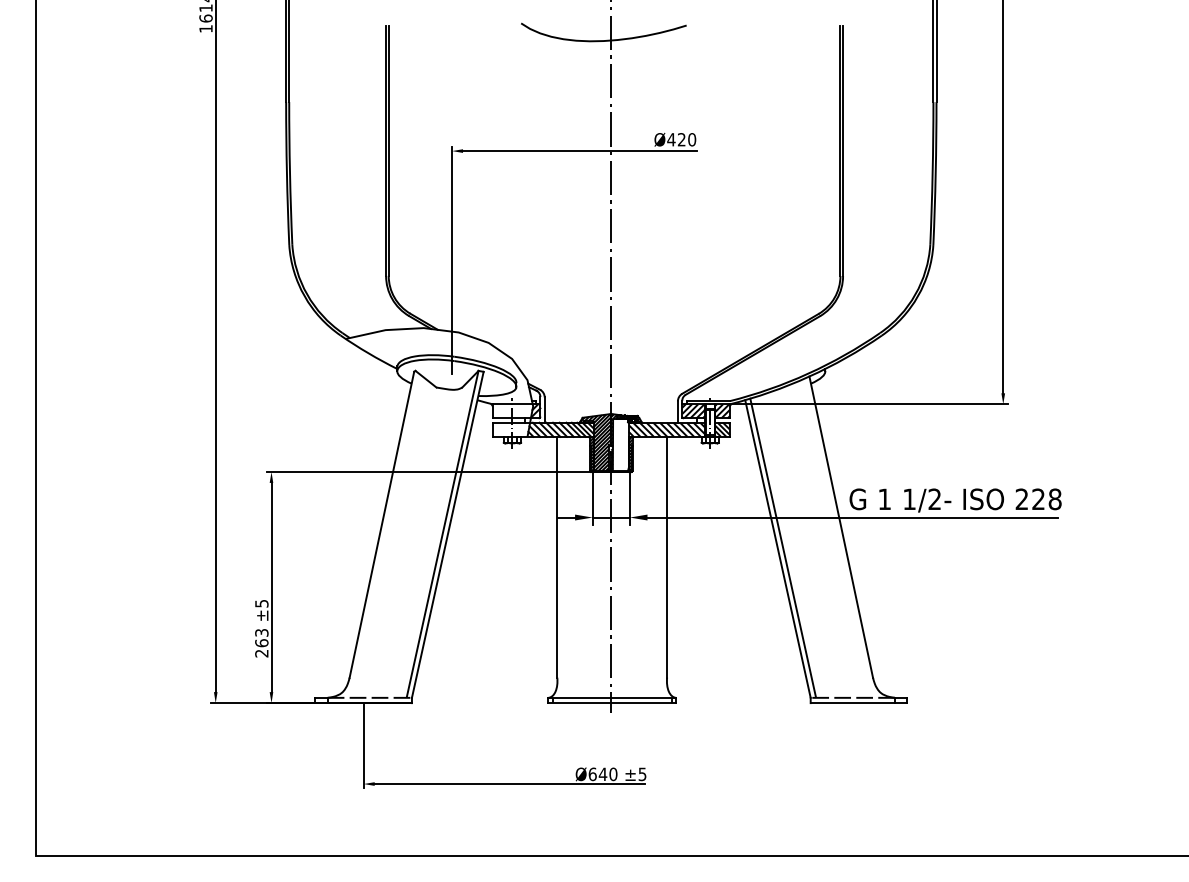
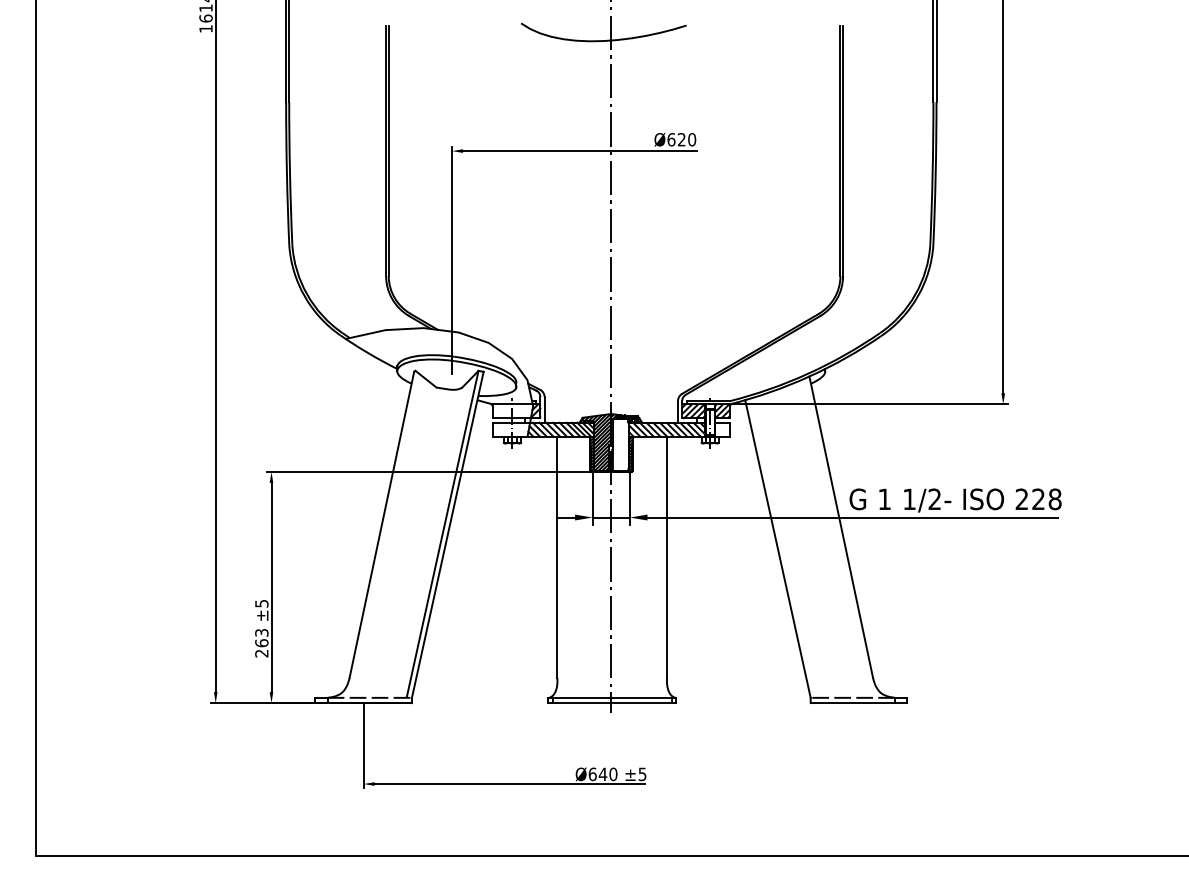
text at (671, 139): Ø420 -> Ø620
hatch at (722, 429): present -> none
line at (782, 547): present -> none
